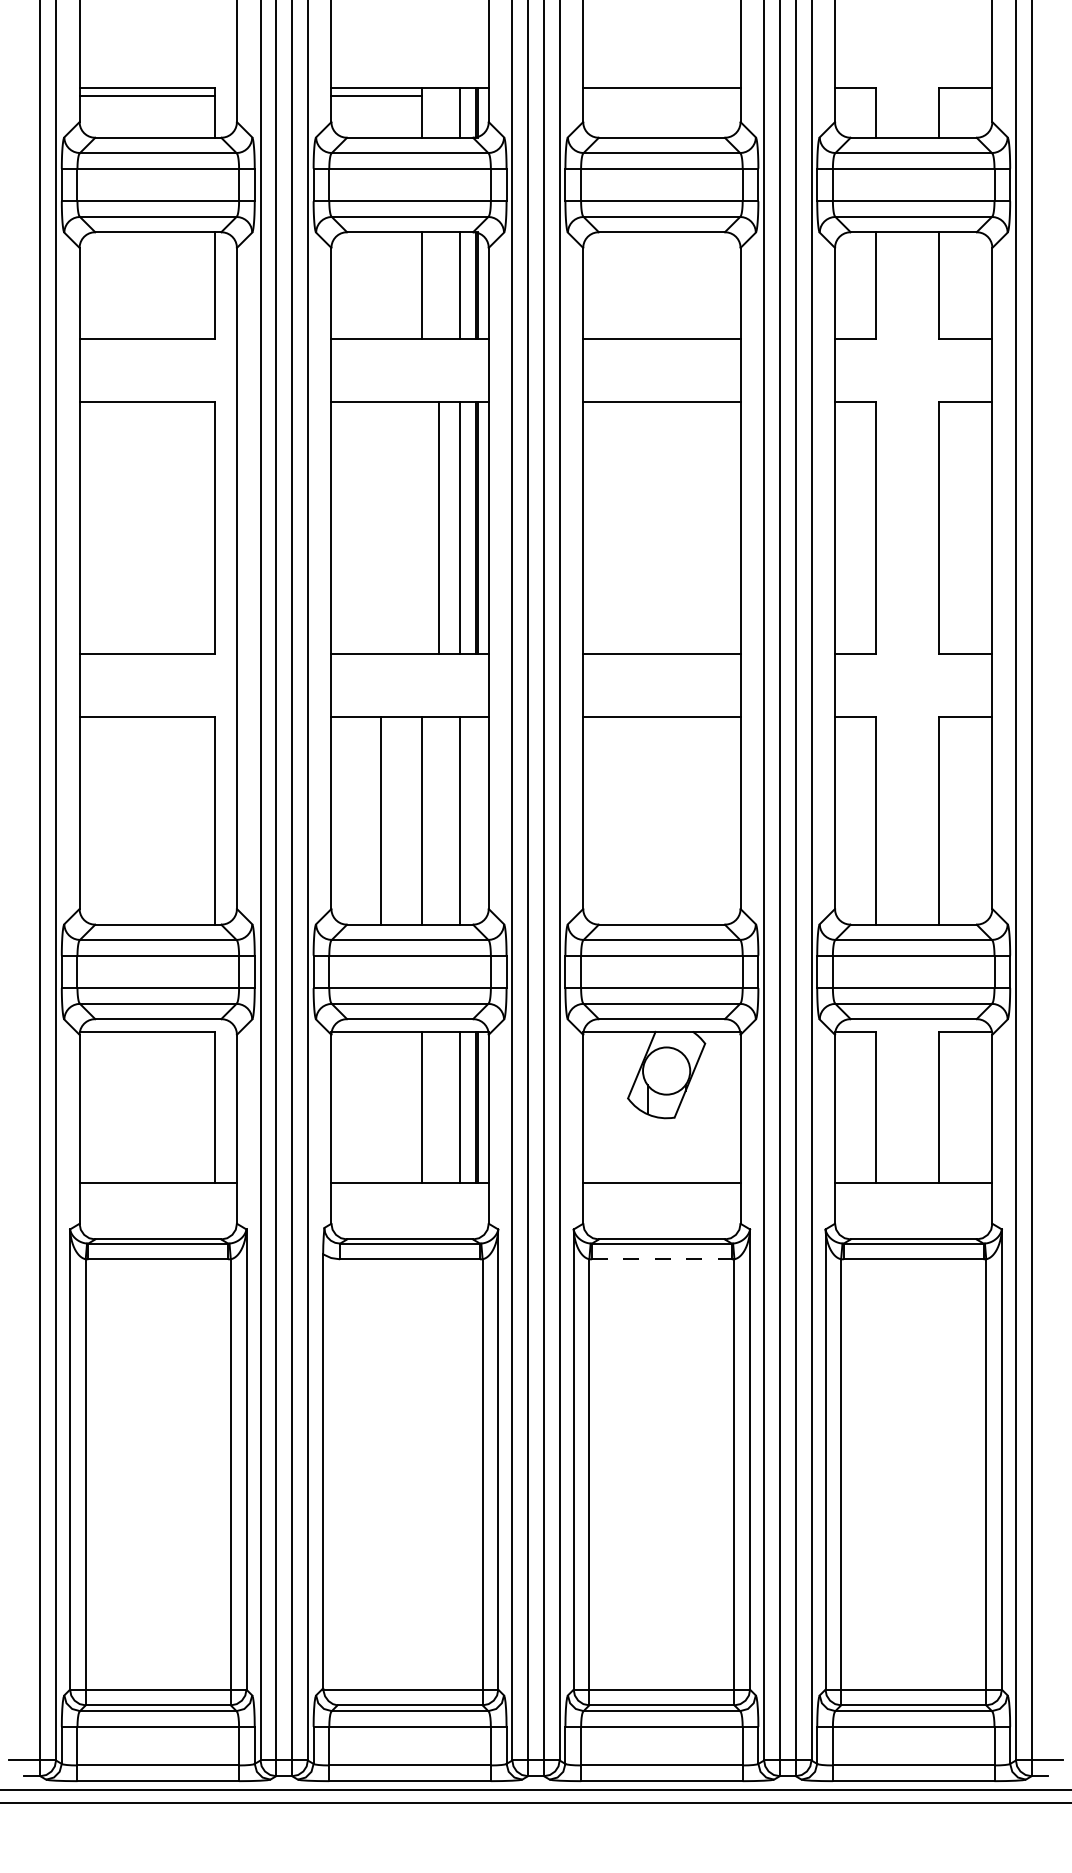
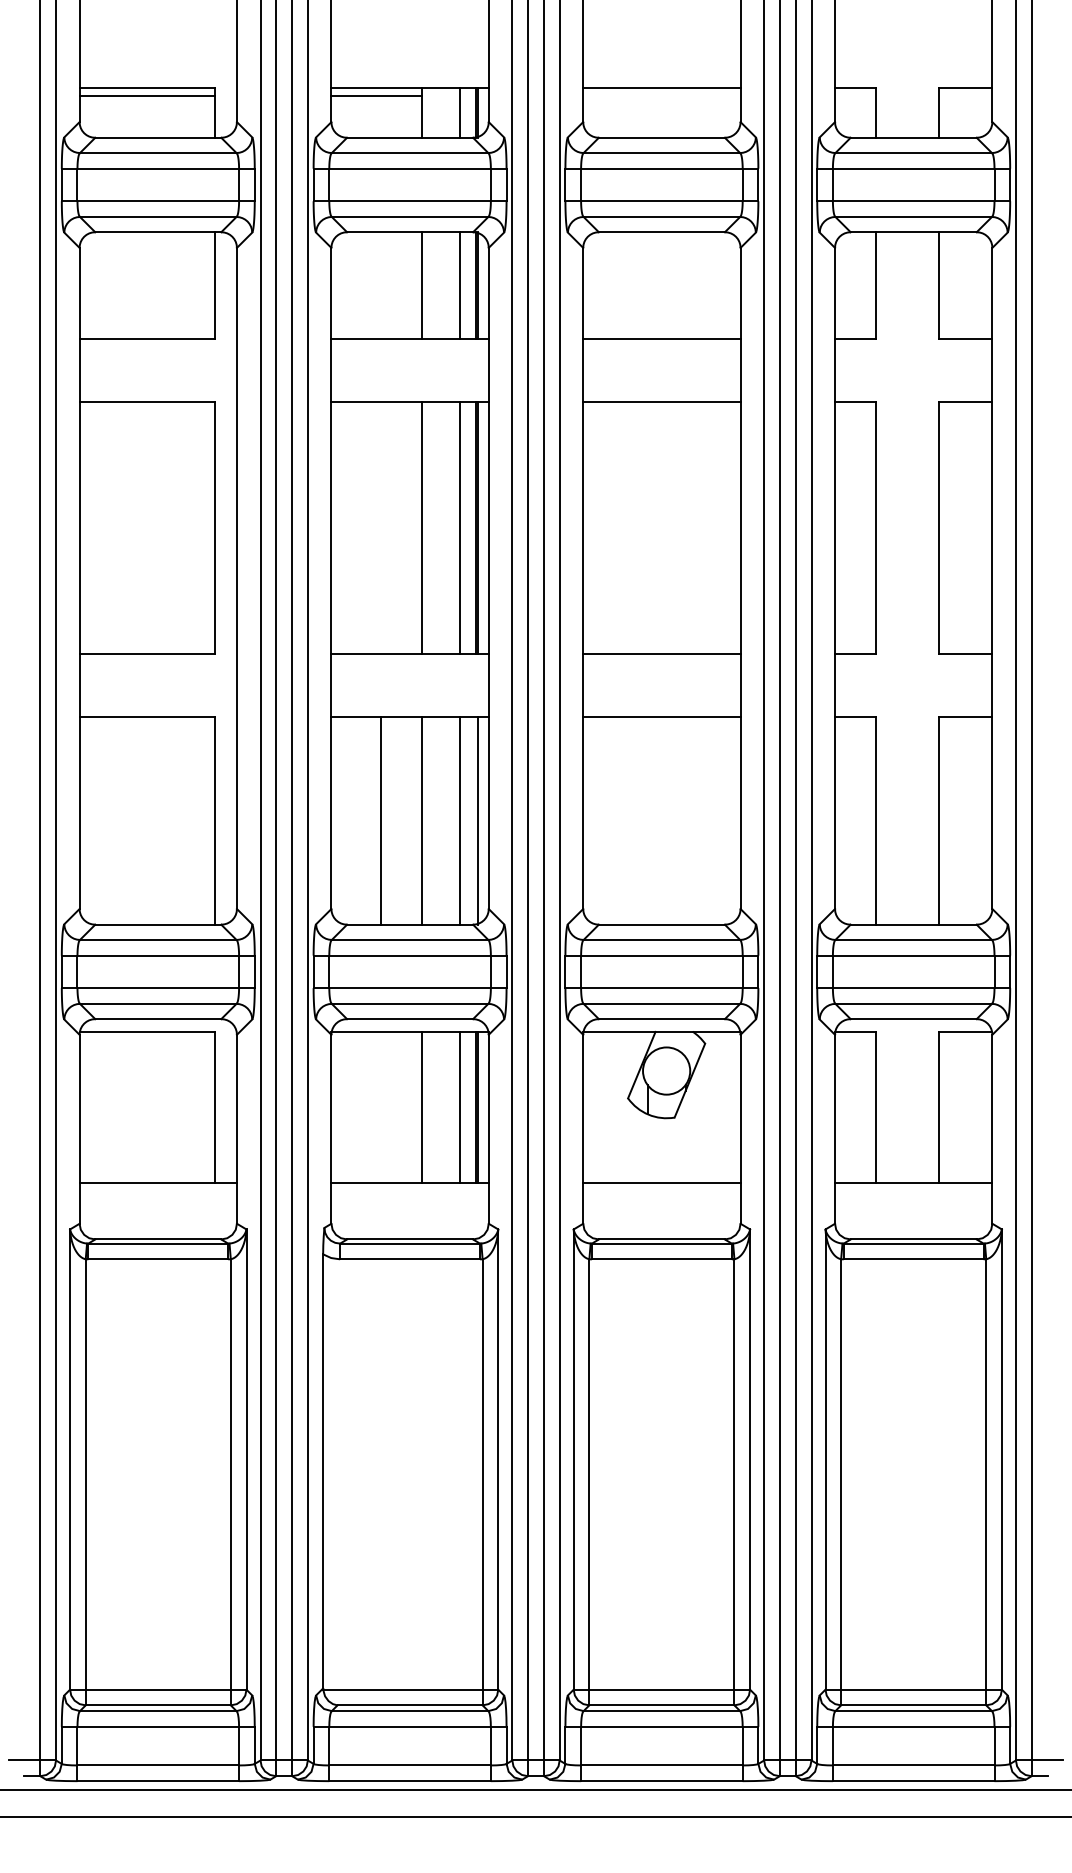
line at (439, 528) position: (439, 528) -> (422, 528)
line at (477, 820): none -> present
line at (661, 1259): dashed -> solid
line at (535, 1802) position: (535, 1802) -> (535, 1816)
